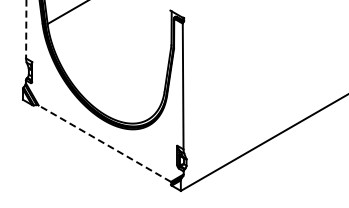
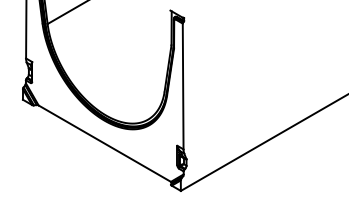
line at (26, 29): dashed -> solid
line at (104, 143): dashed -> solid
